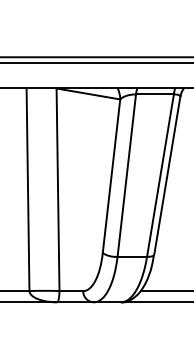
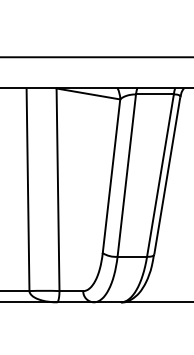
line at (96, 63): present -> none
line at (165, 291): present -> none
